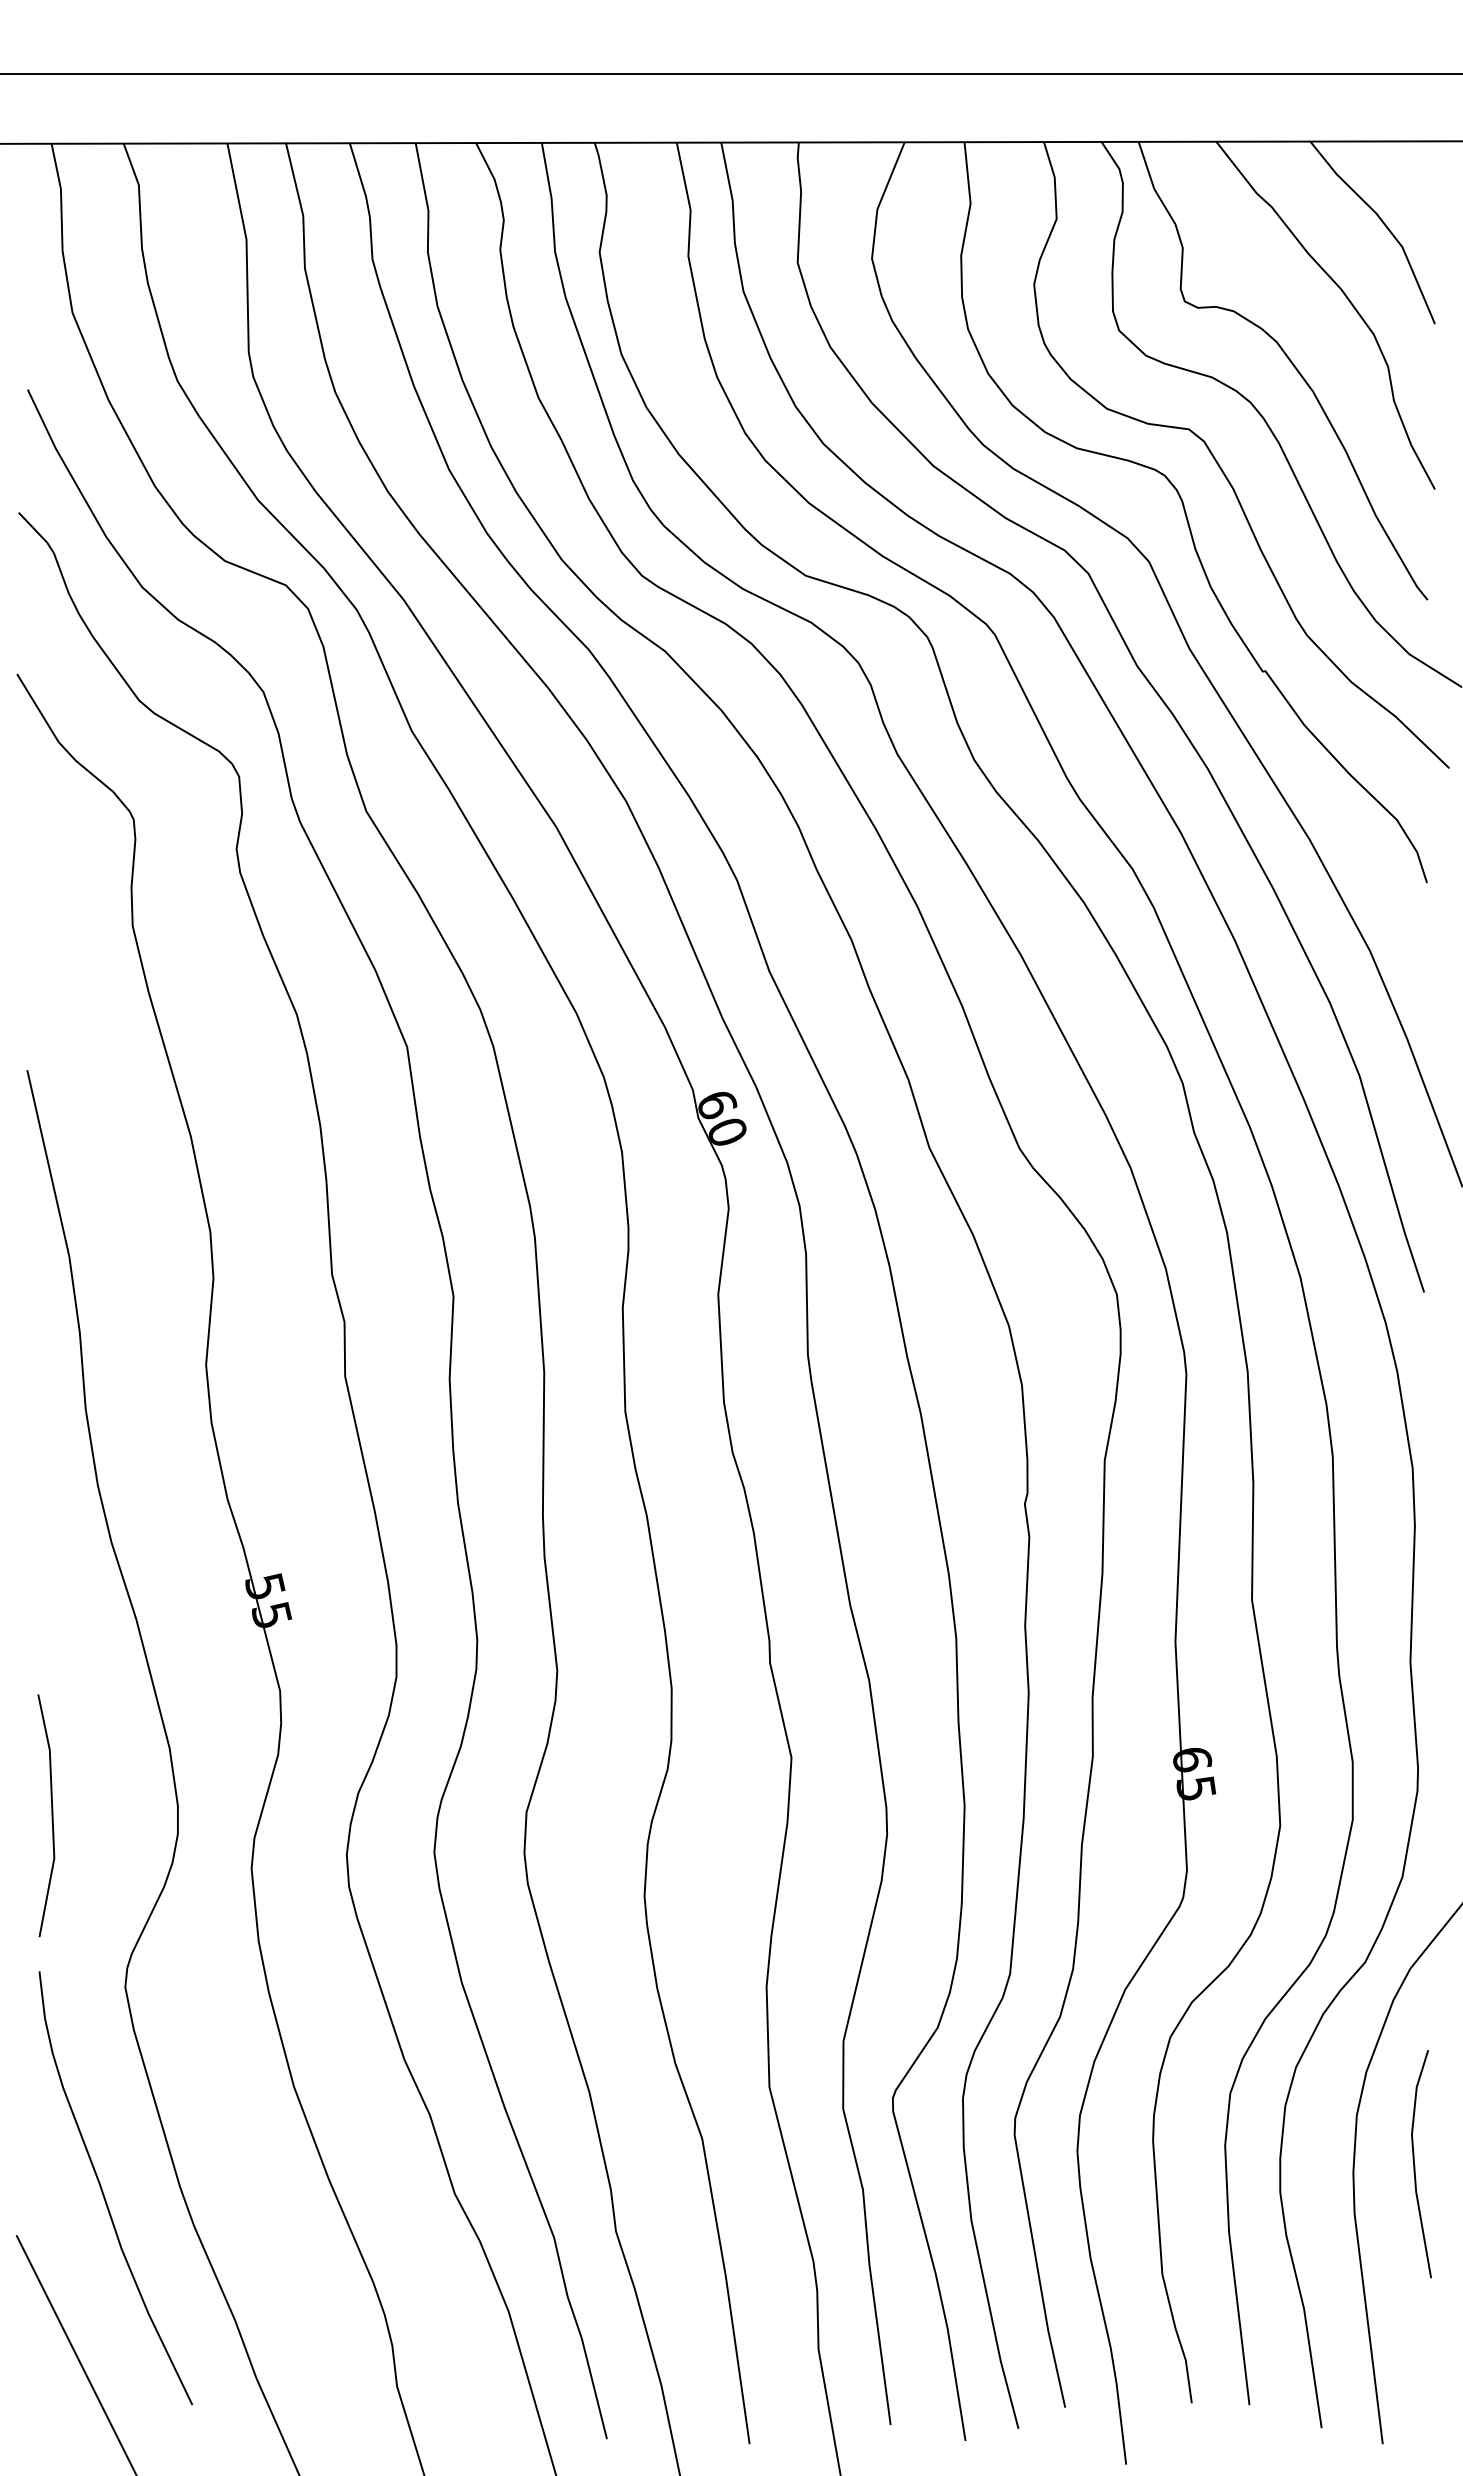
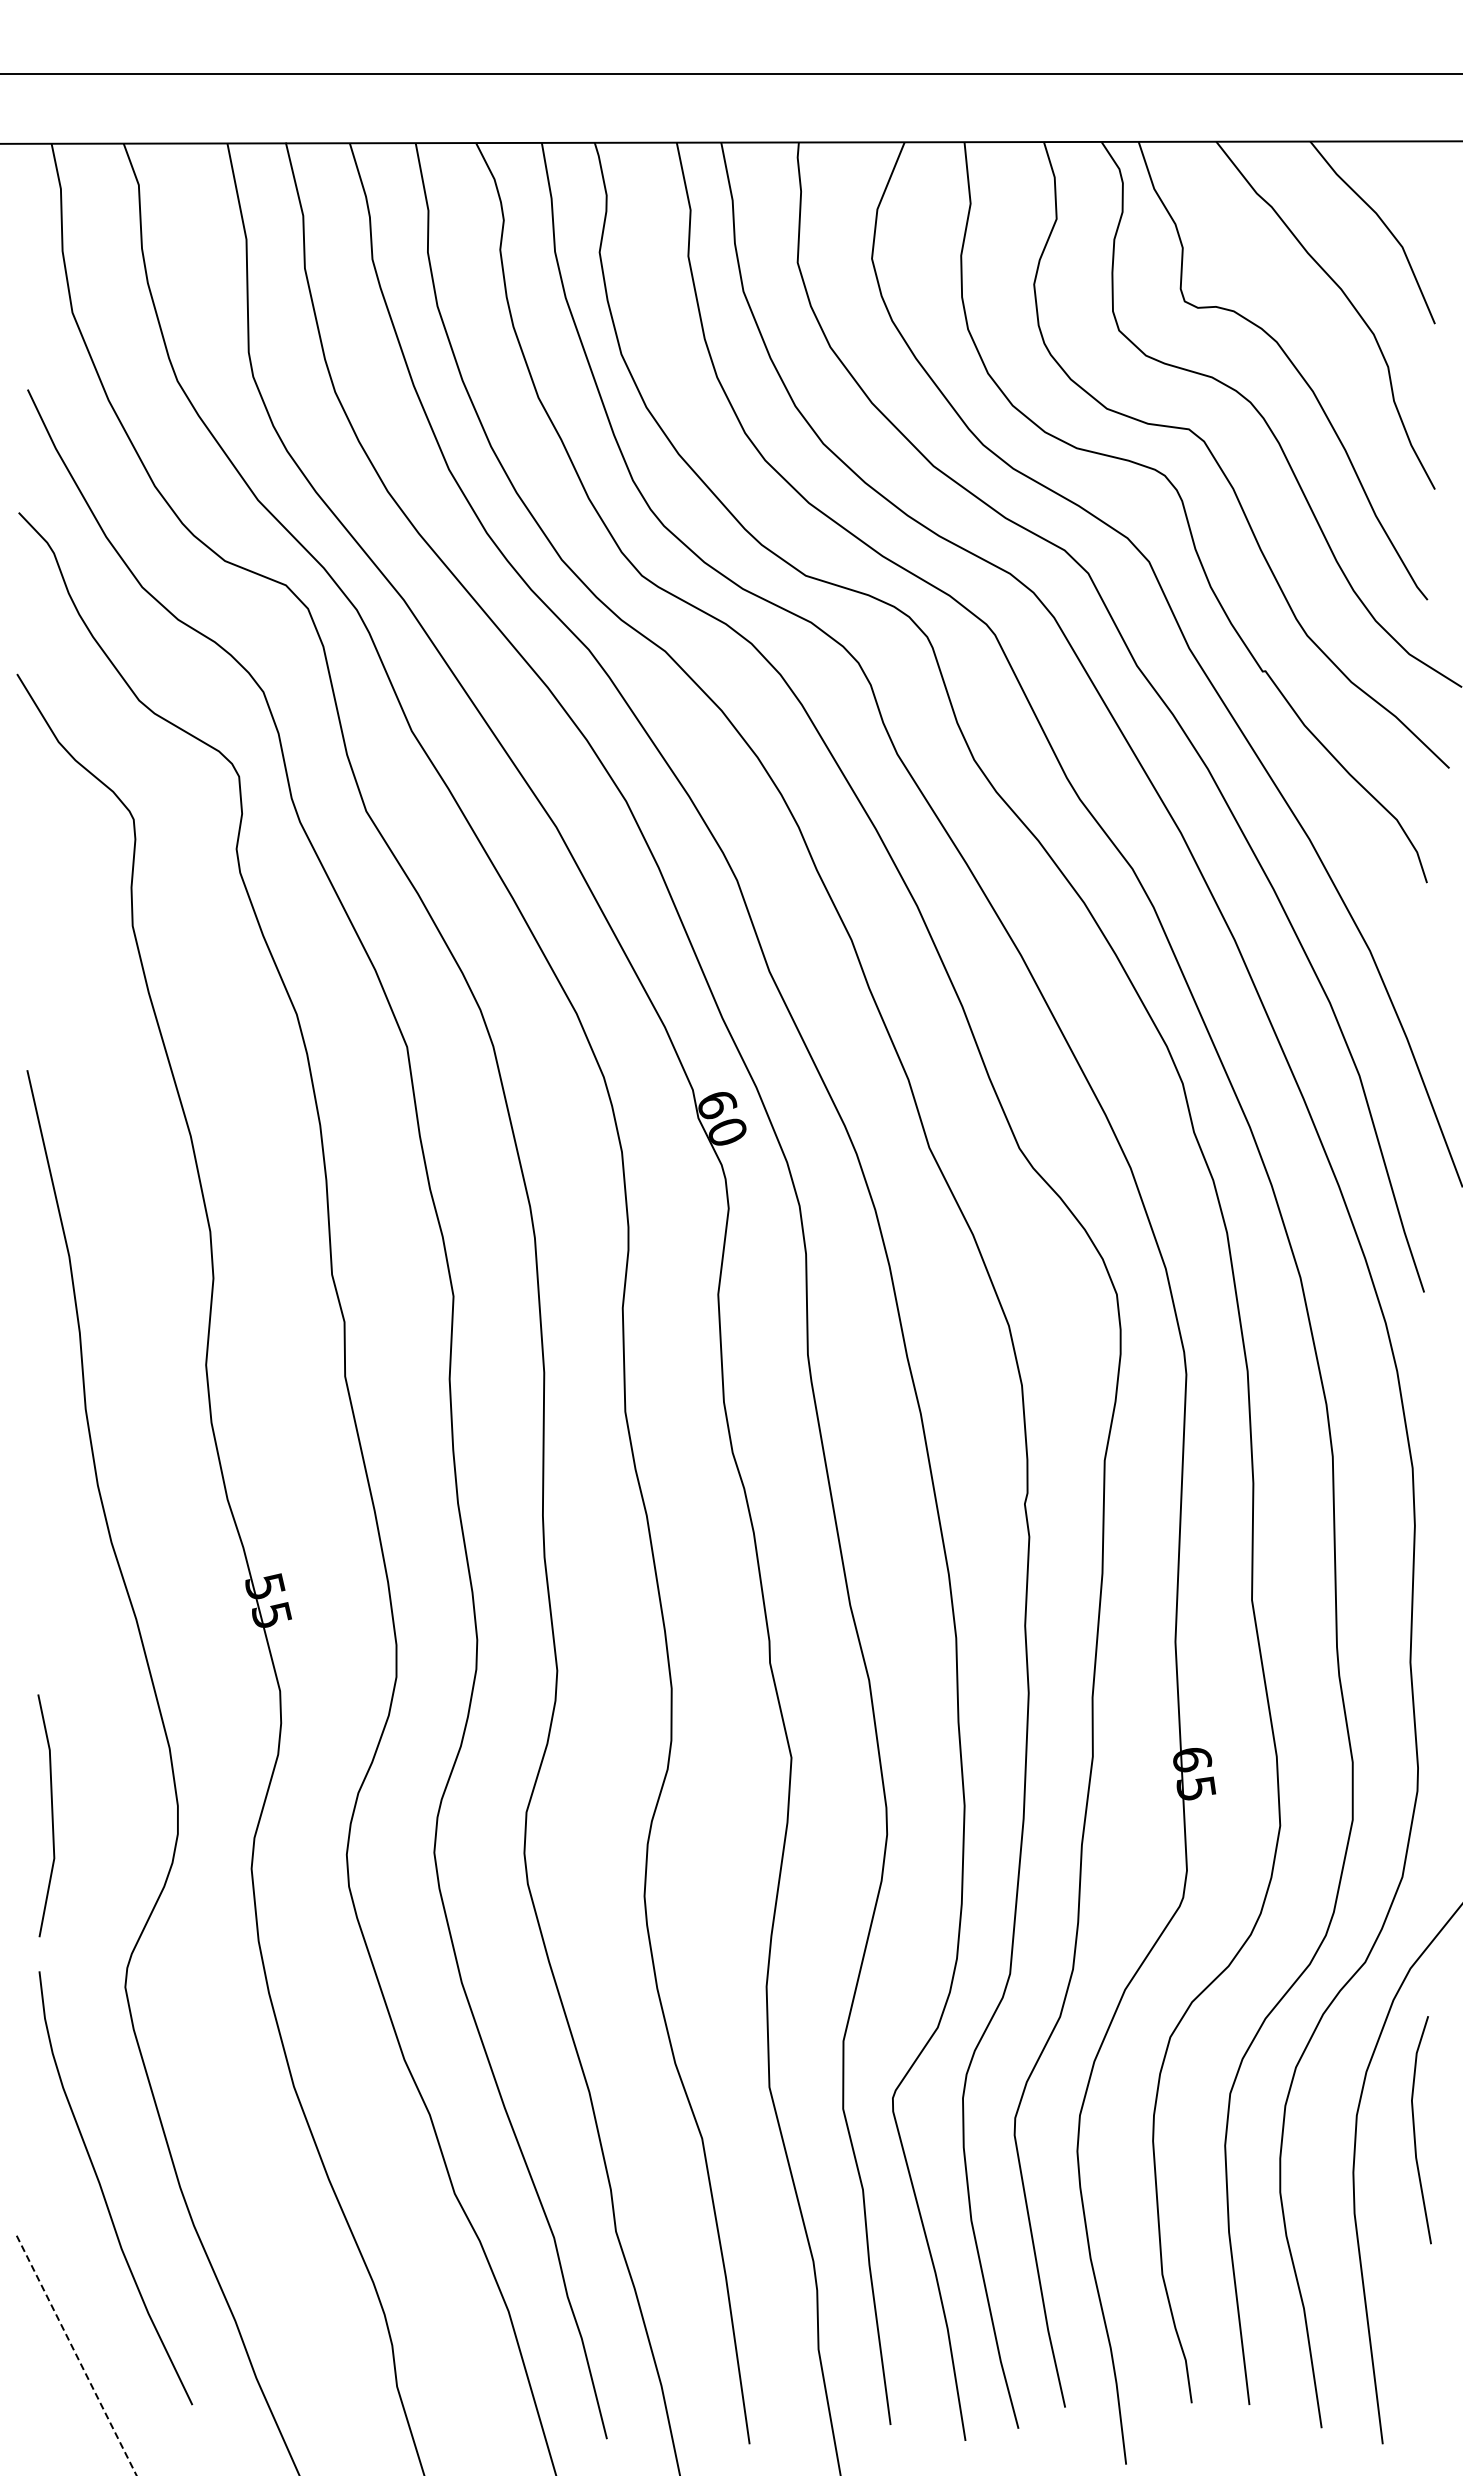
line at (1415, 2165) position: (1415, 2165) -> (1415, 2131)
line at (76, 2354): solid -> dashed
